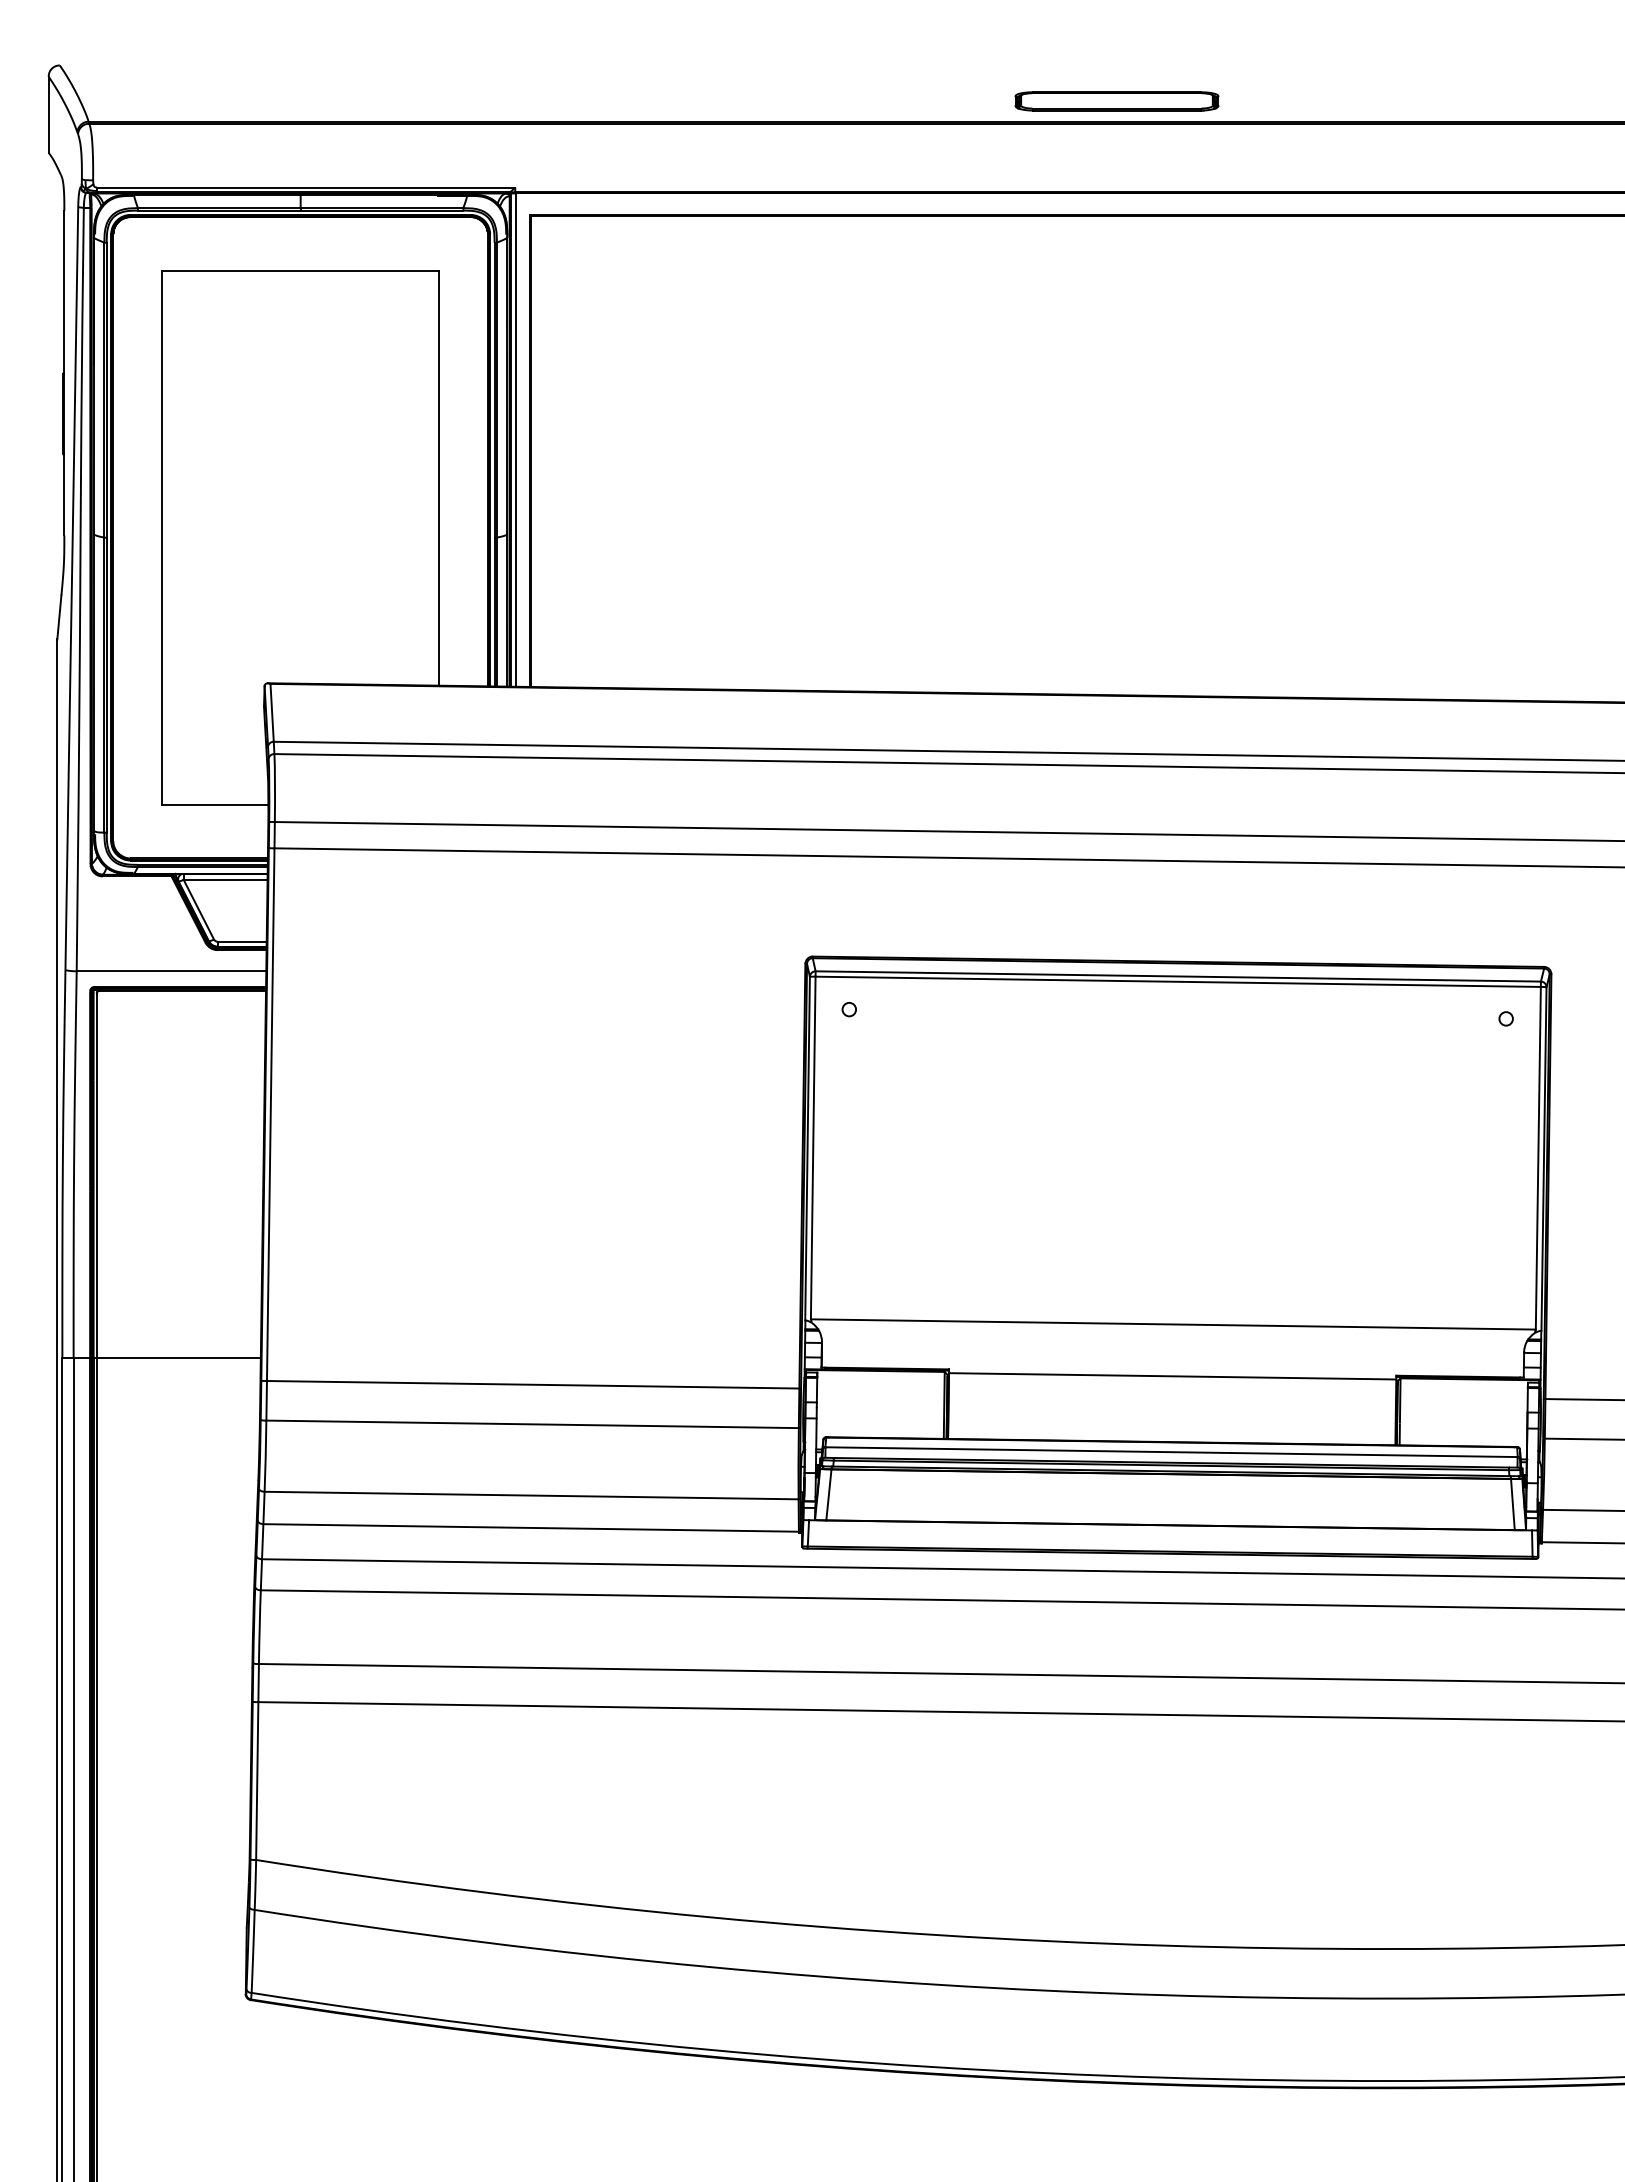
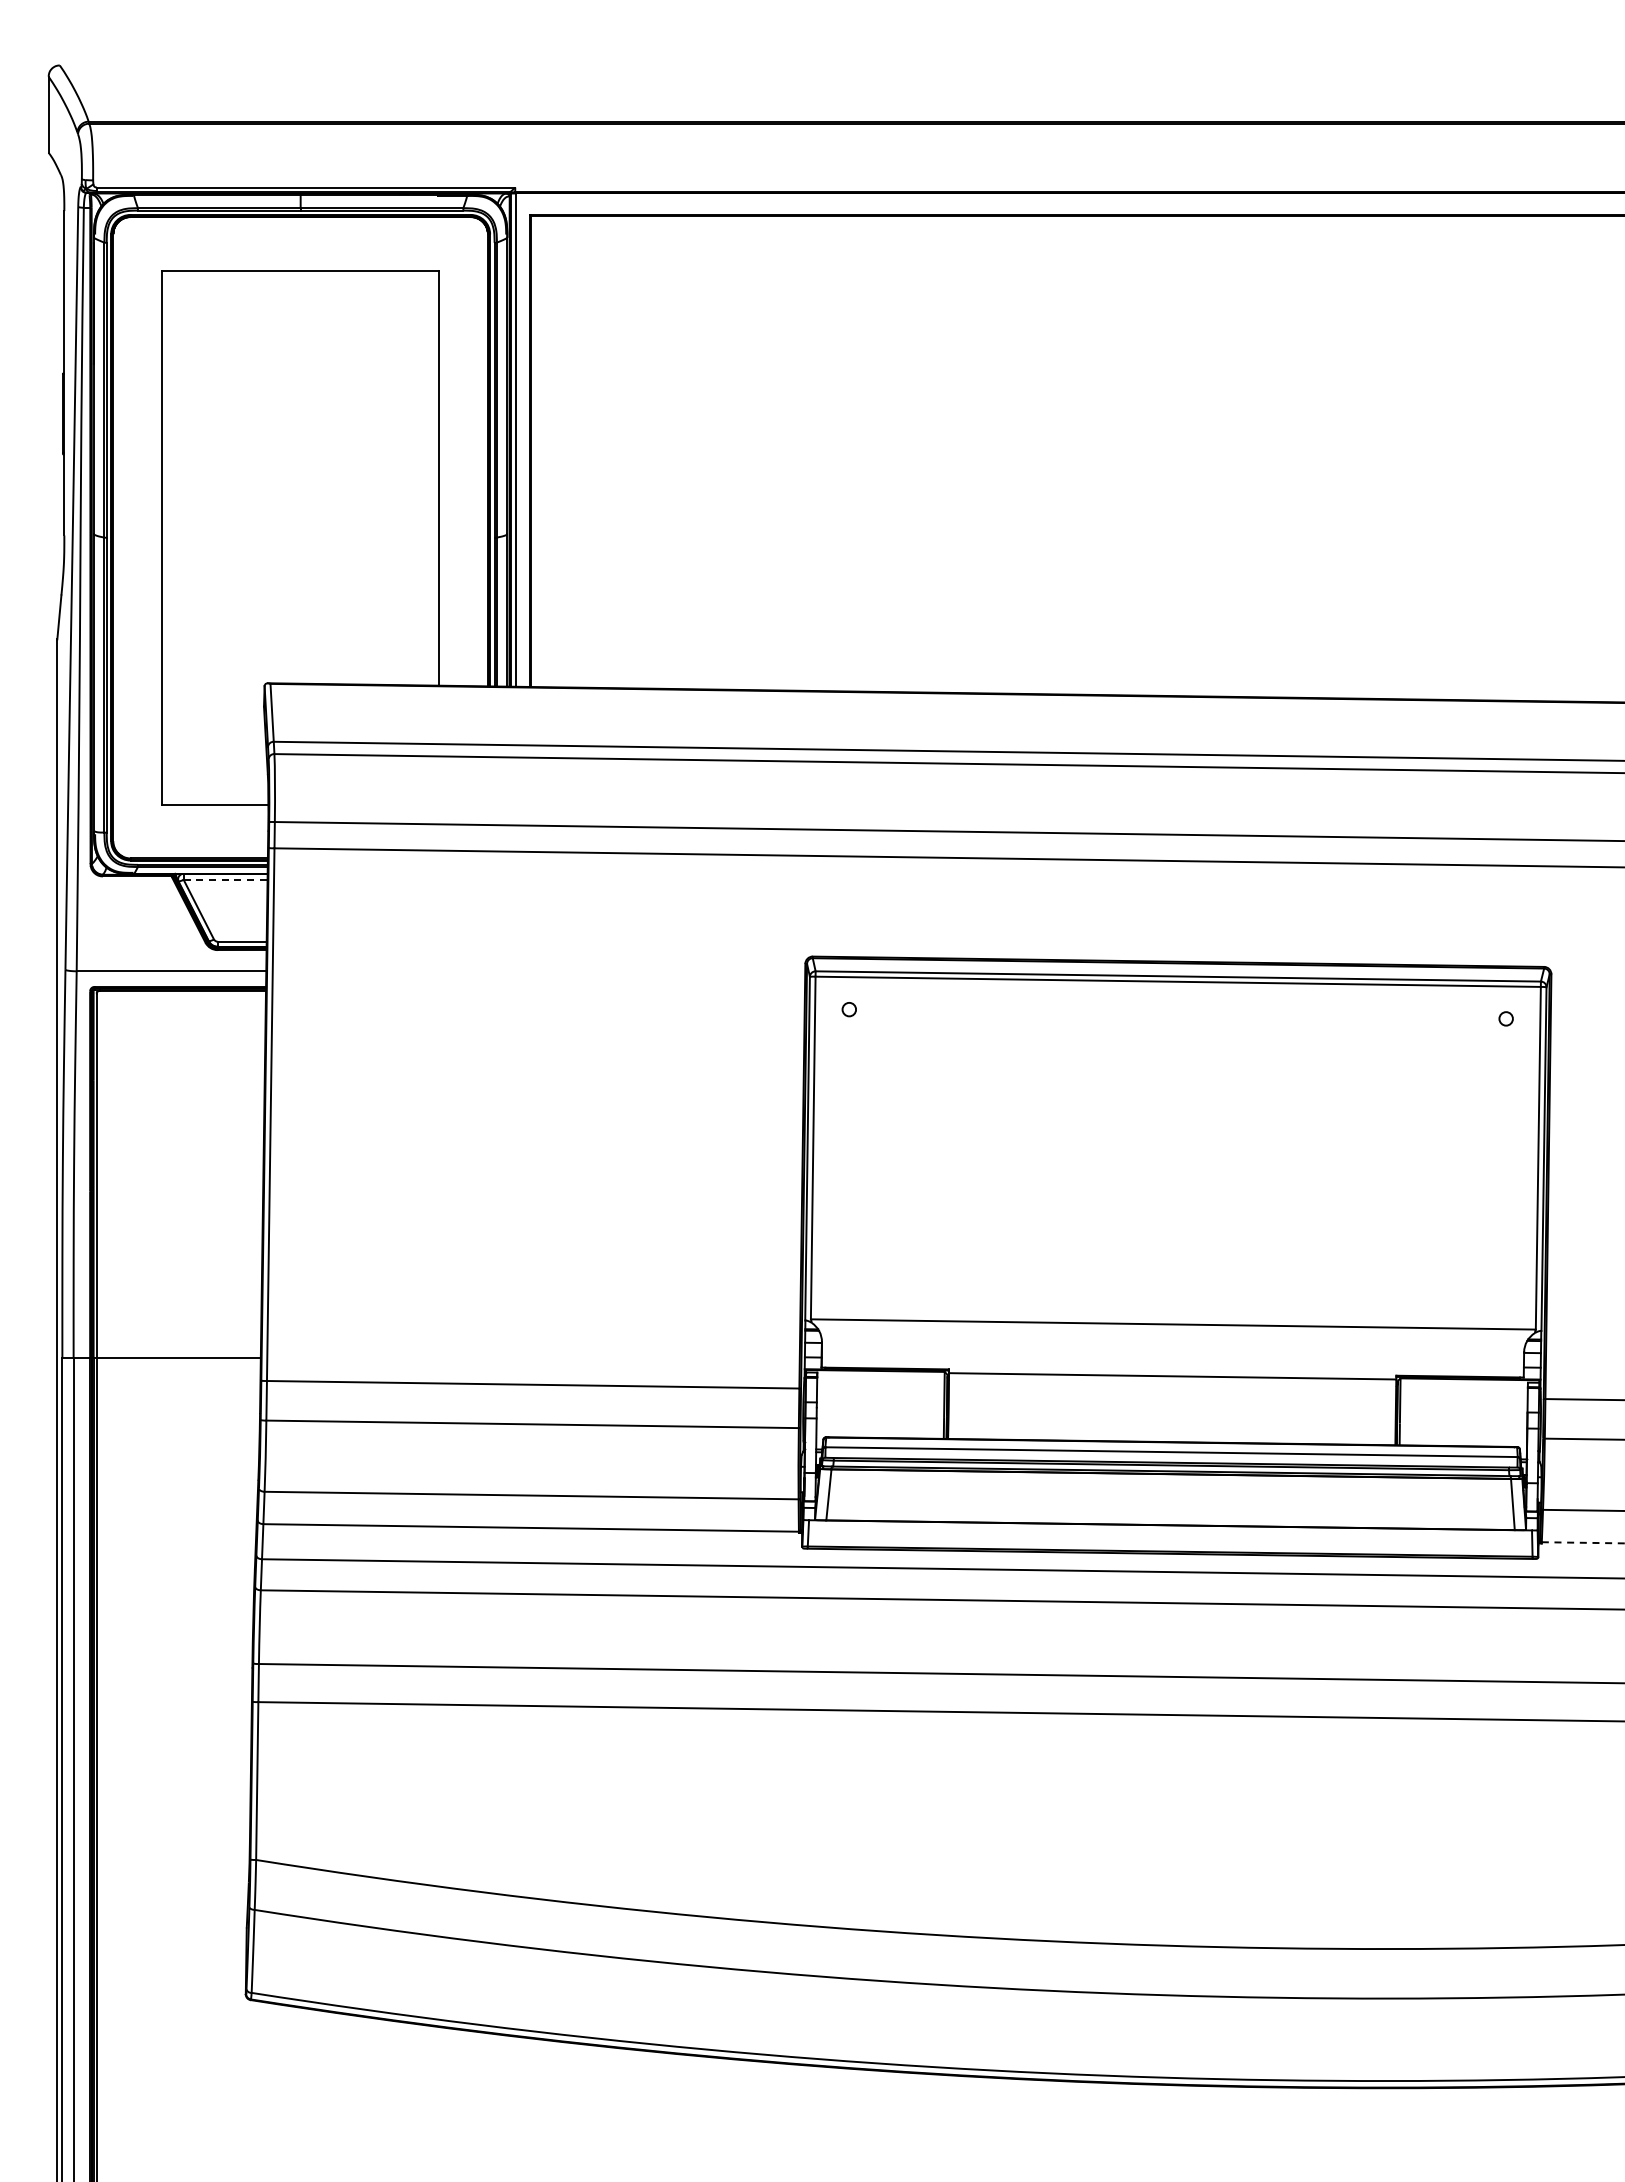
part at (1116, 101): present -> none
line at (225, 879): solid -> dashed
line at (1583, 1542): solid -> dashed
